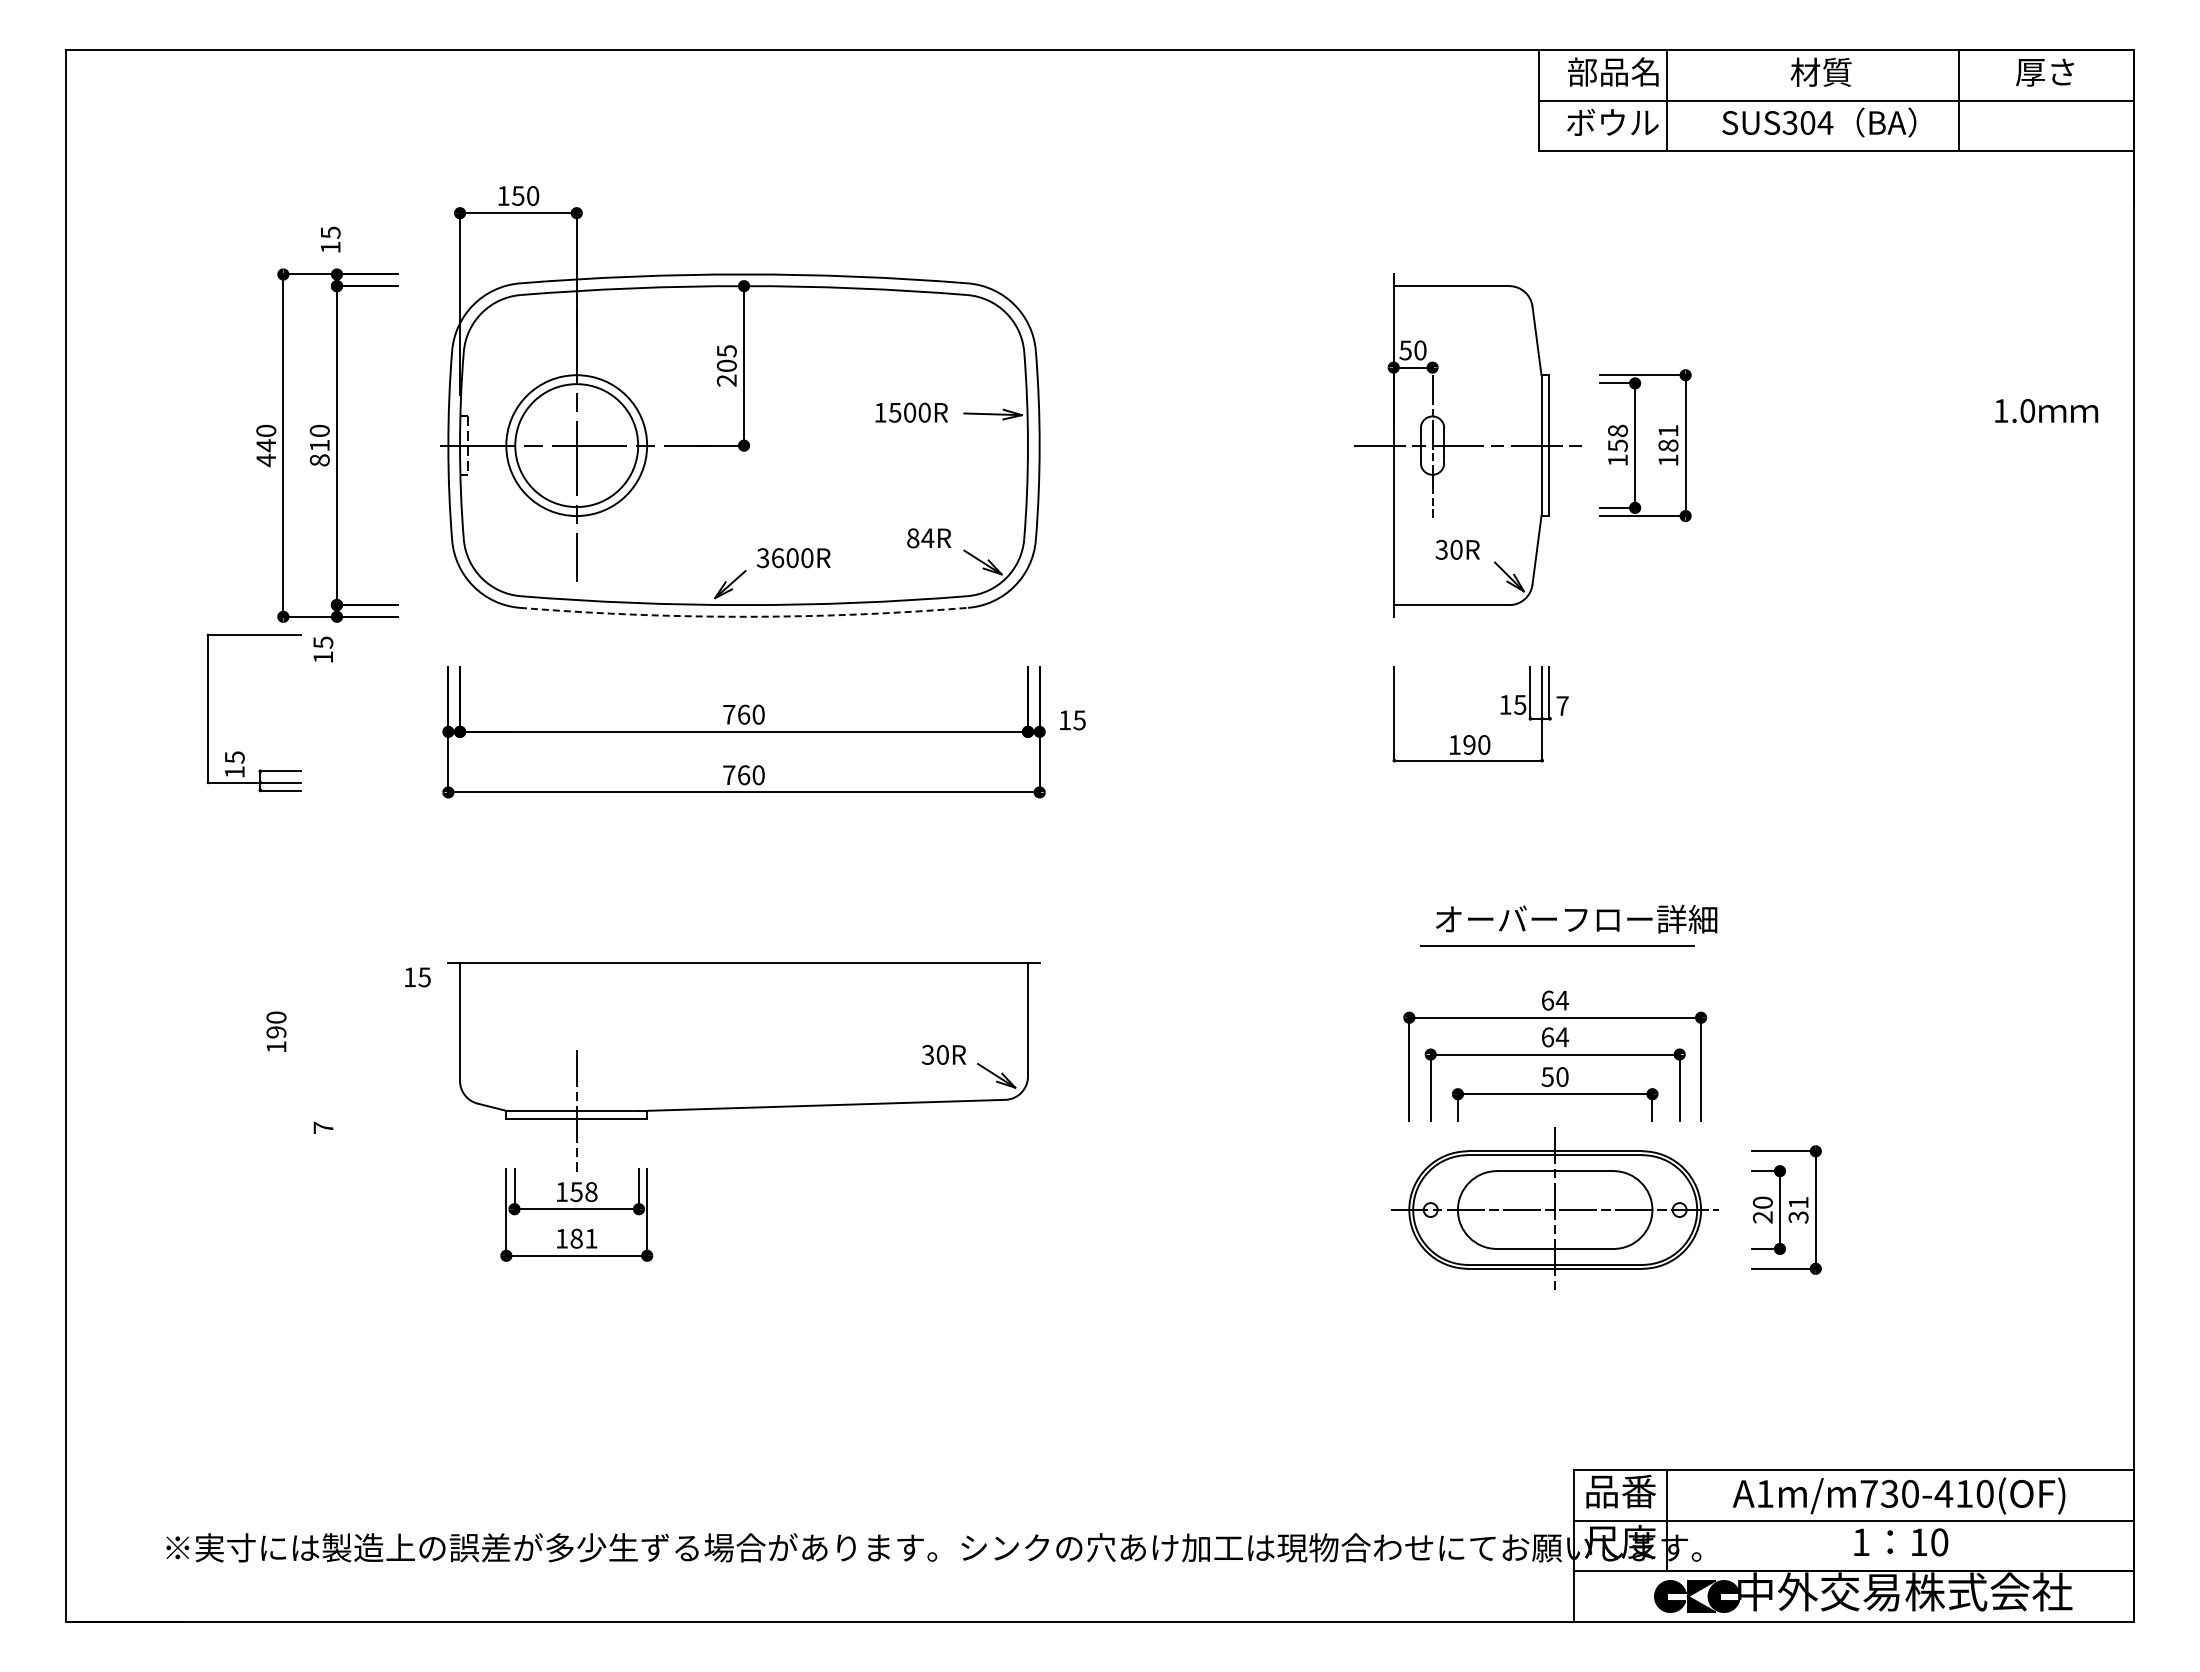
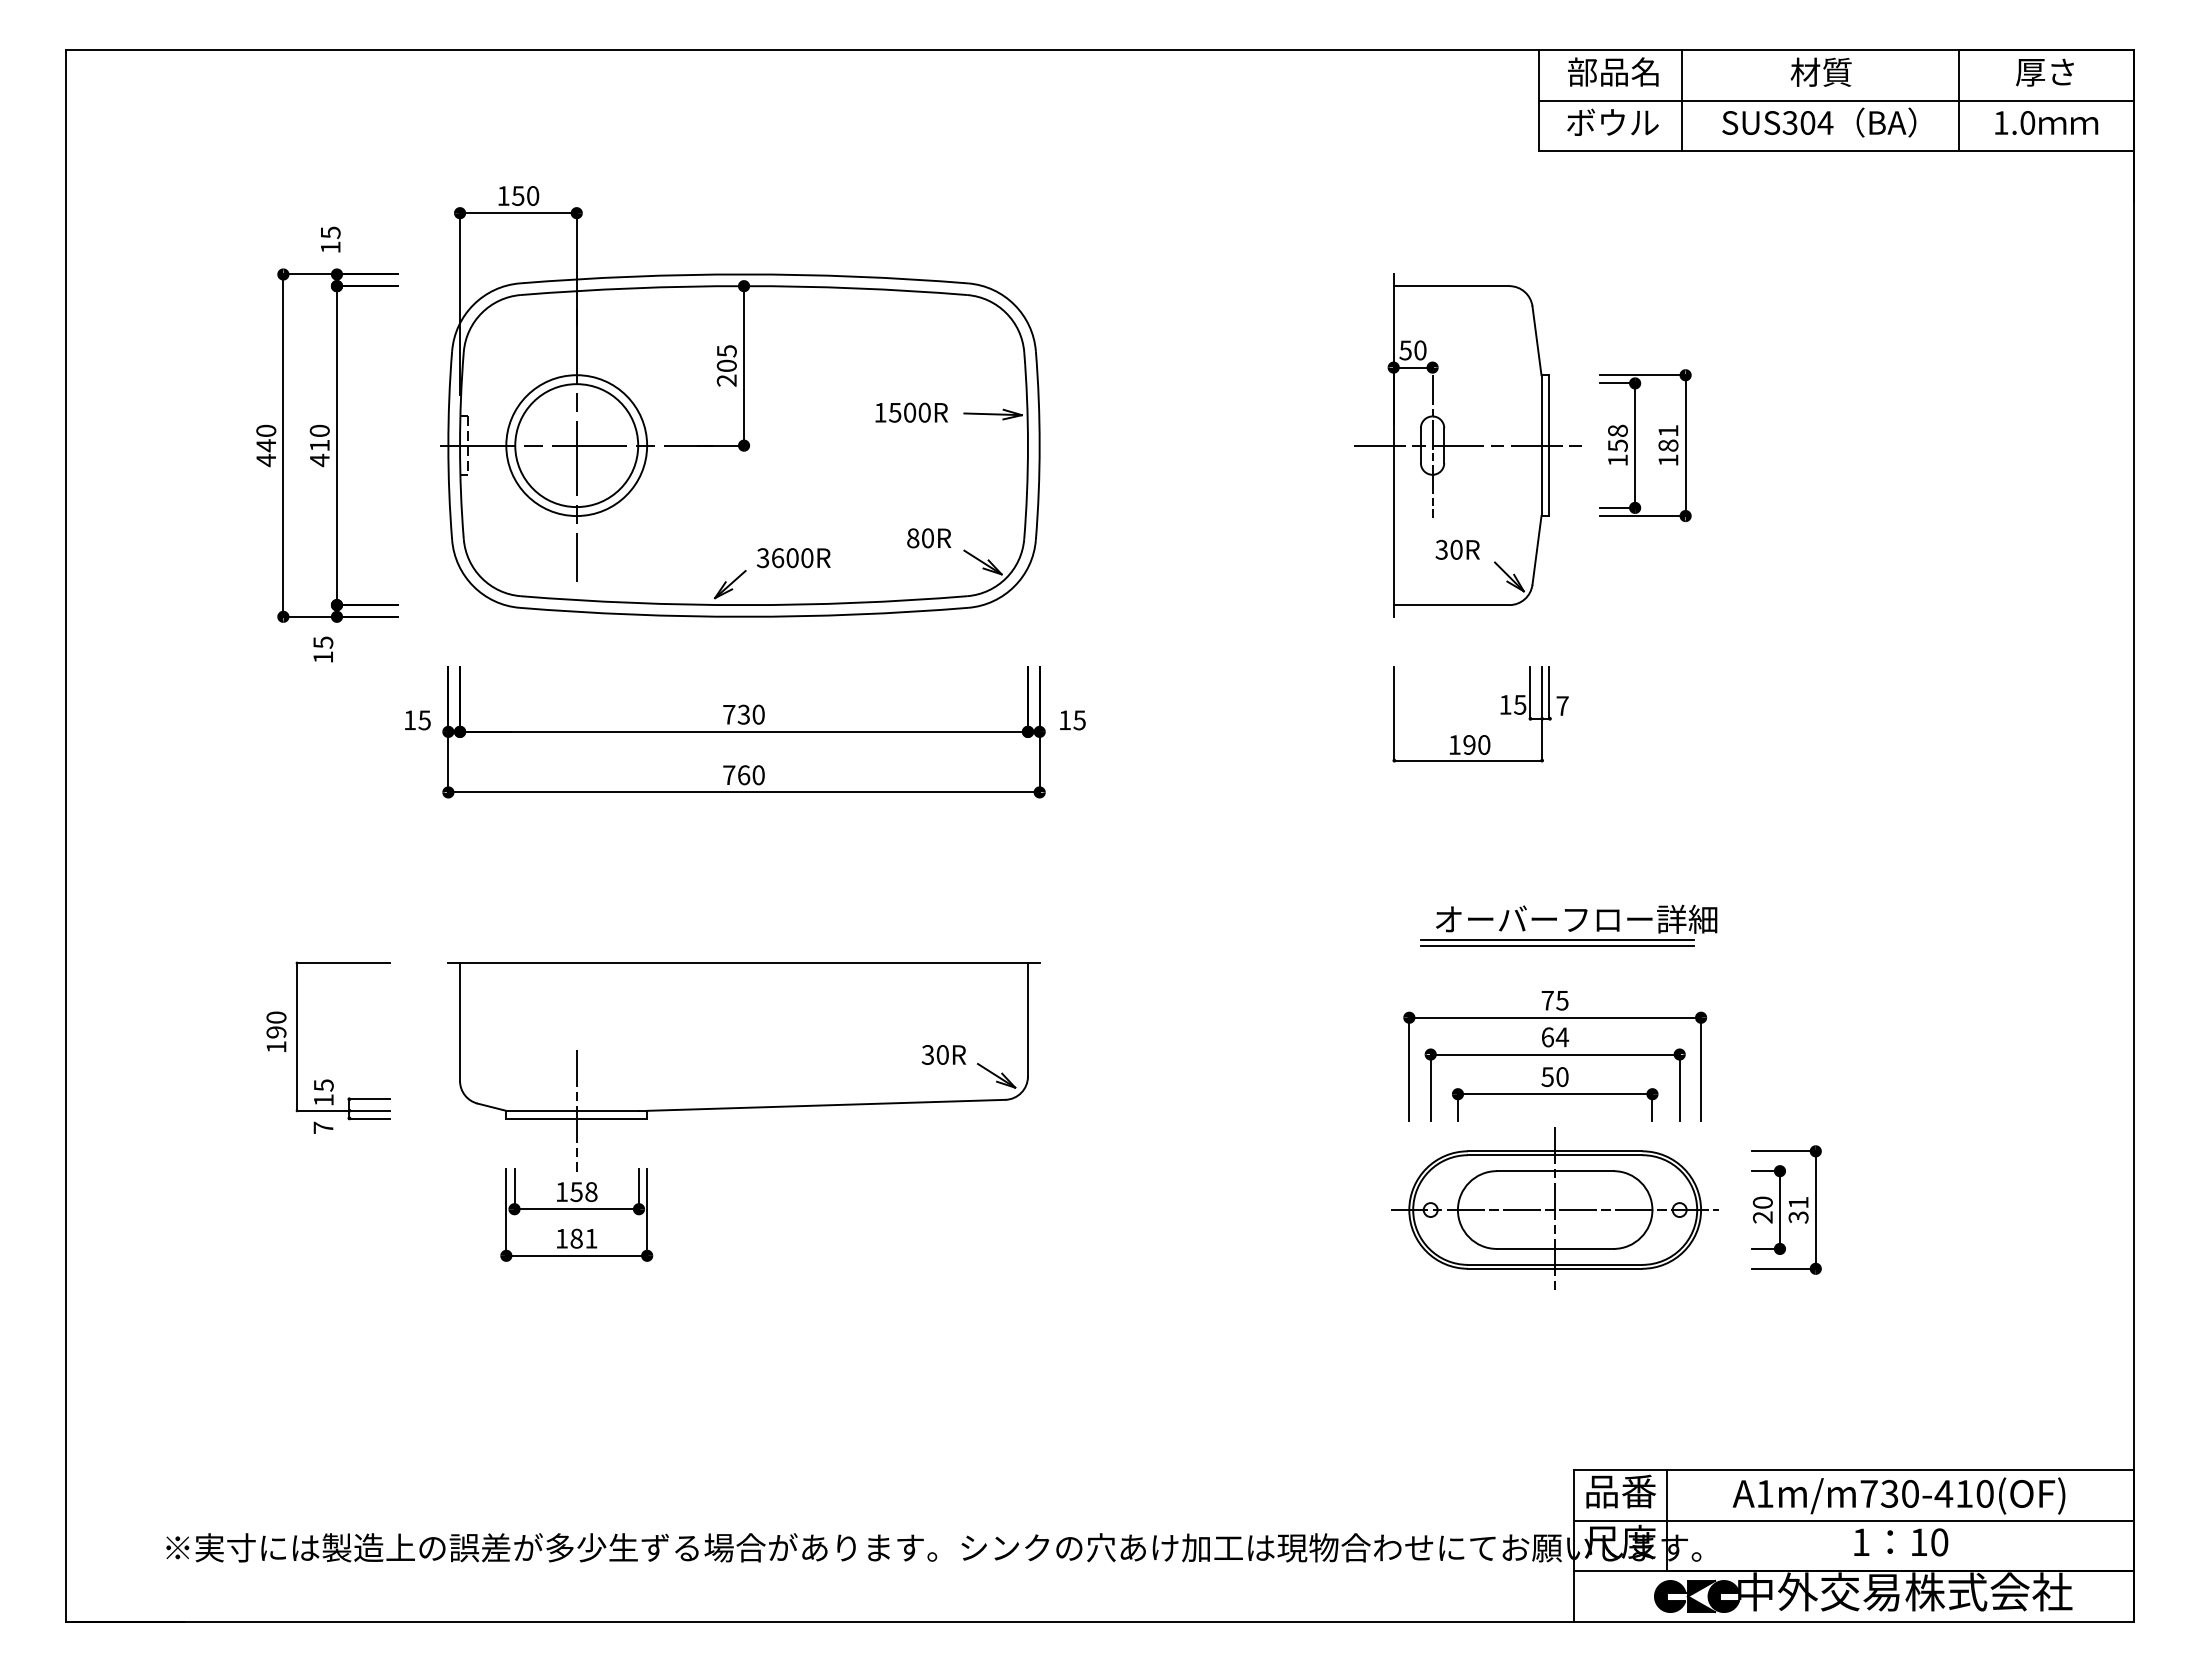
line at (1666, 100) position: (1666, 100) -> (1681, 100)
text at (2046, 410) position: (2046, 410) -> (2046, 122)
text at (319, 460): 810 -> 410
text at (927, 538): 84R -> 80R
arc at (744, 616): dashed -> solid
text at (743, 714): 760 -> 730
part at (240, 751) position: (240, 751) -> (329, 1079)
line at (1557, 940): none -> present
text at (417, 977) position: (417, 977) -> (417, 720)
text at (1555, 1000): 64 -> 75
